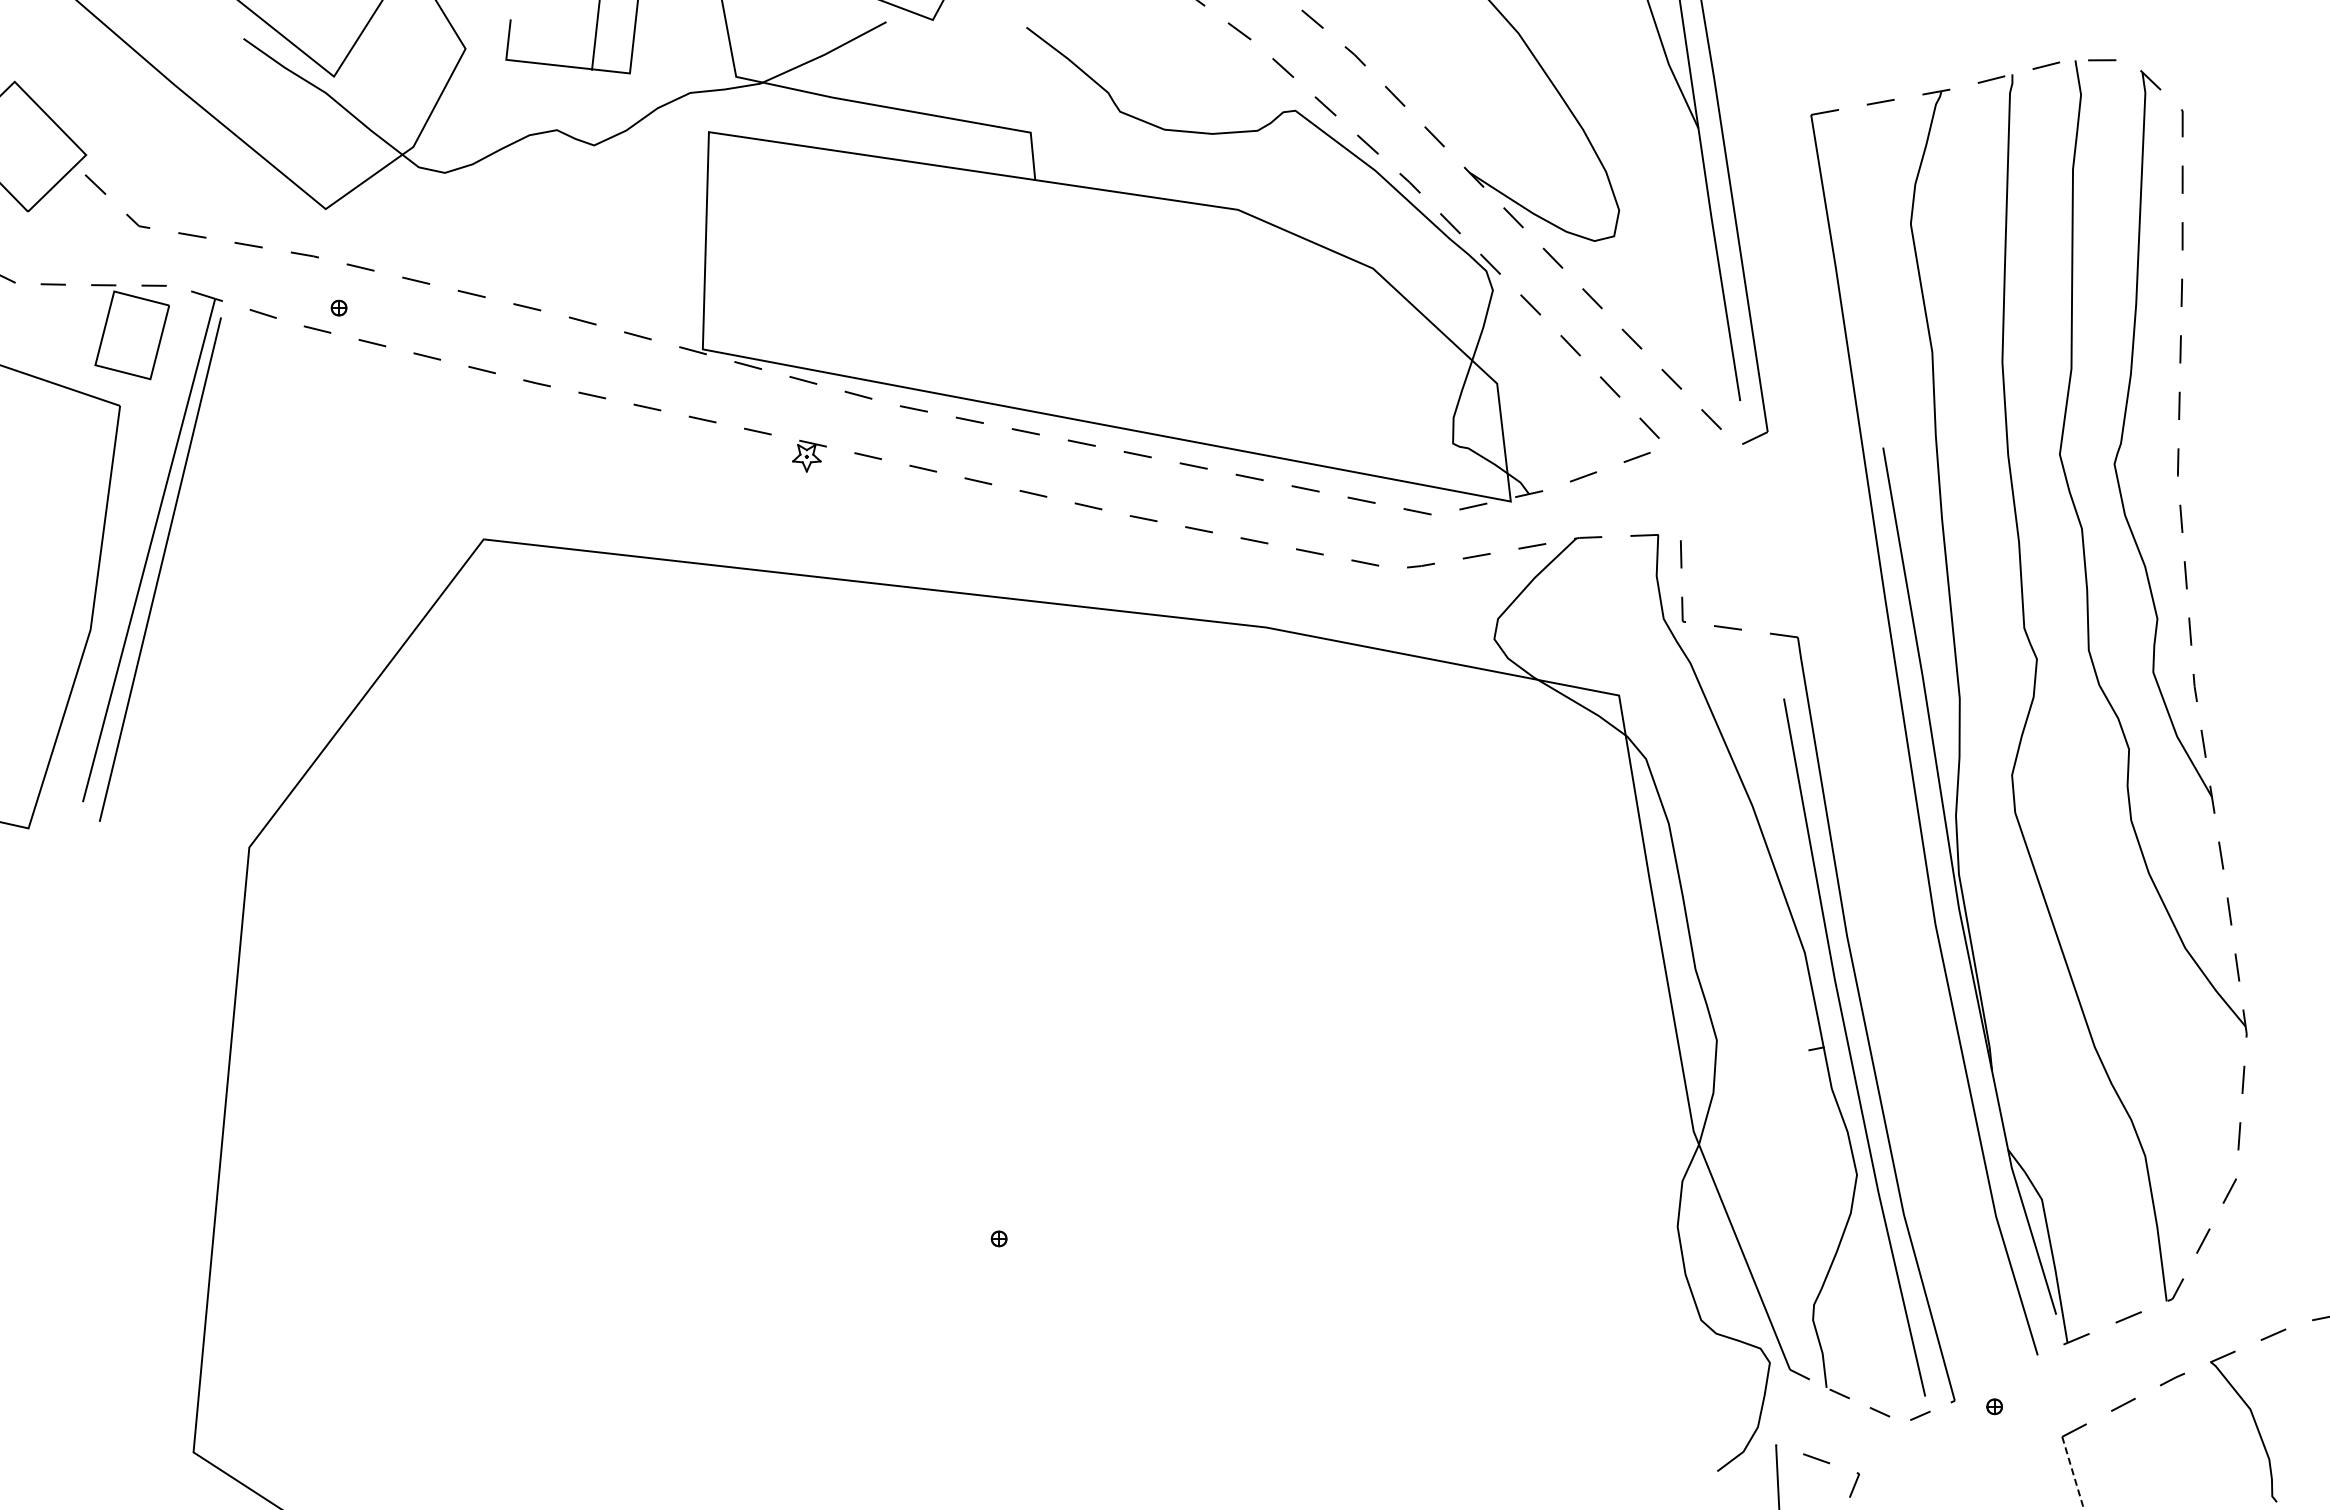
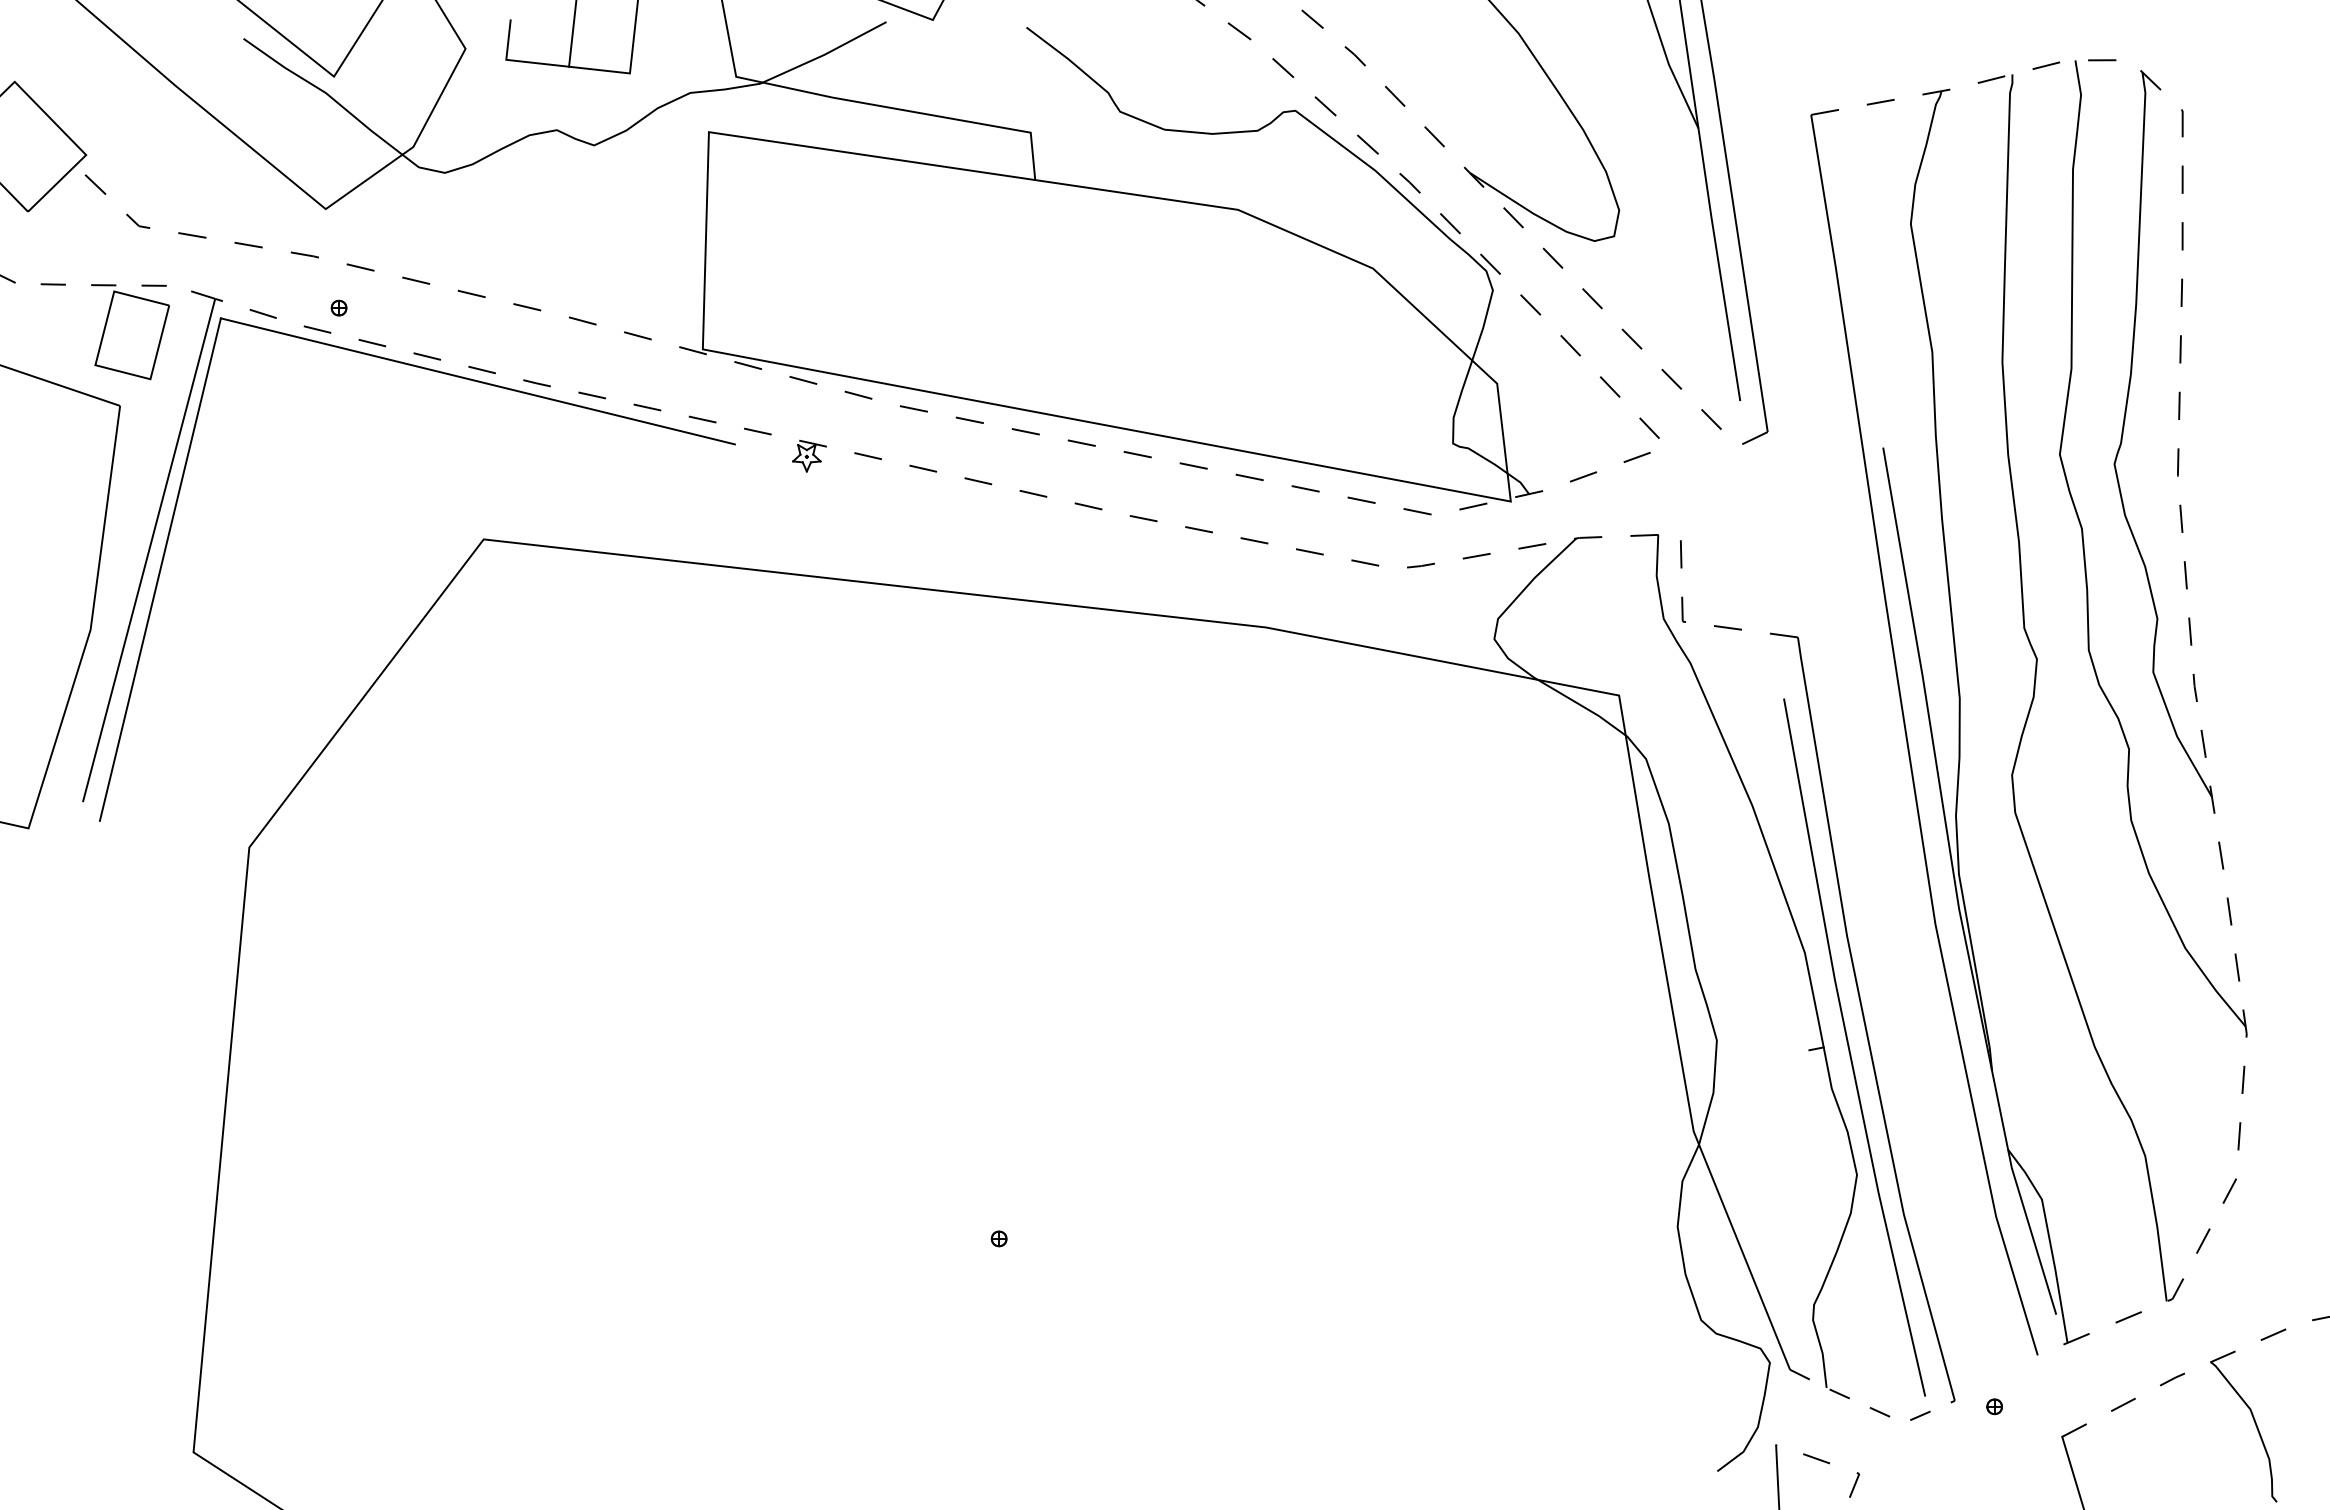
line at (595, 35) position: (595, 35) -> (572, 34)
line at (477, 381): none -> present
line at (2073, 1472): dashed -> solid
